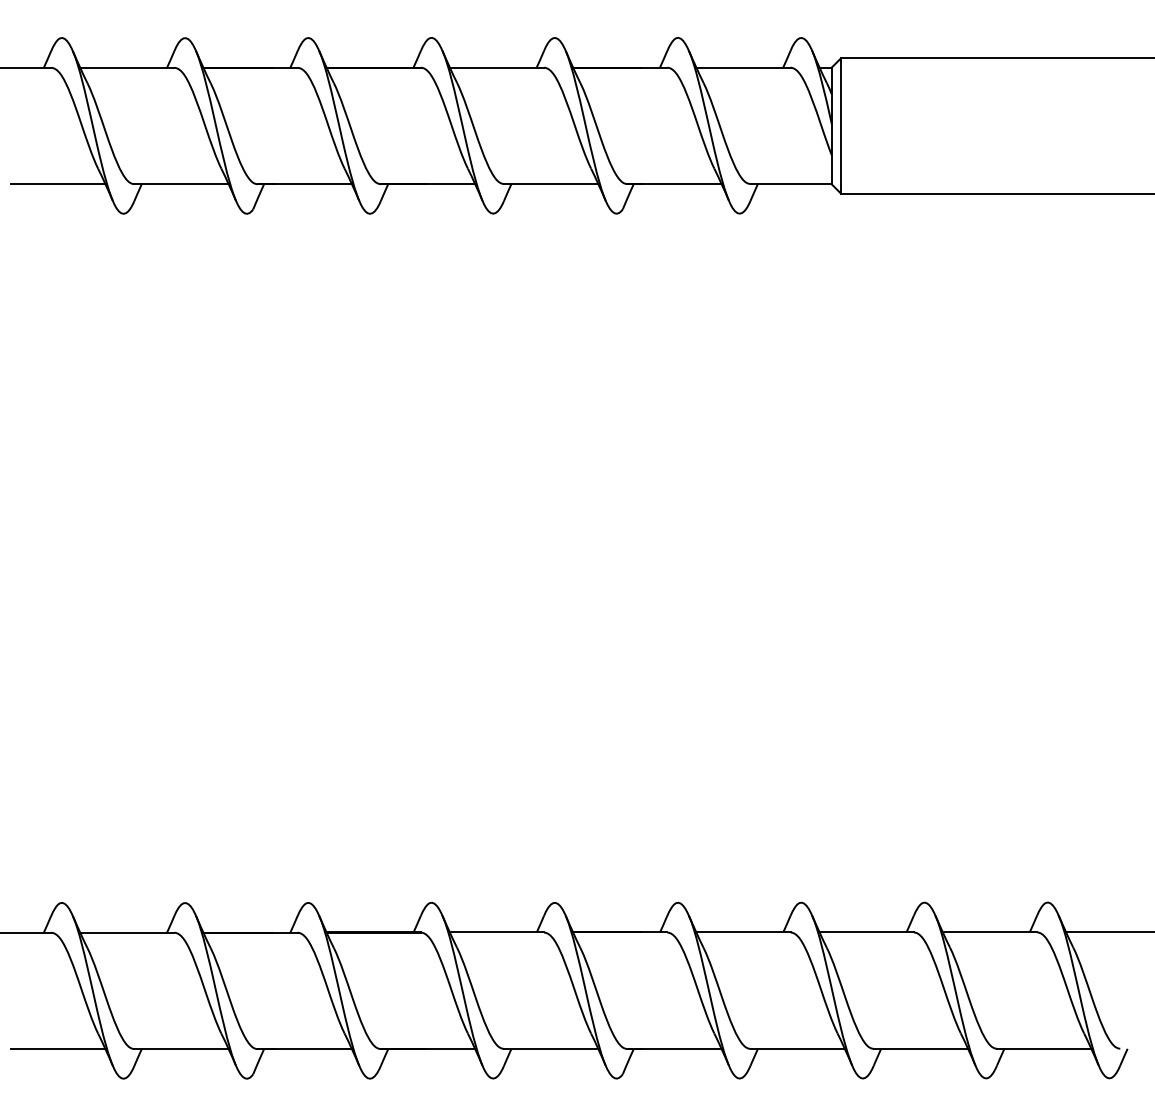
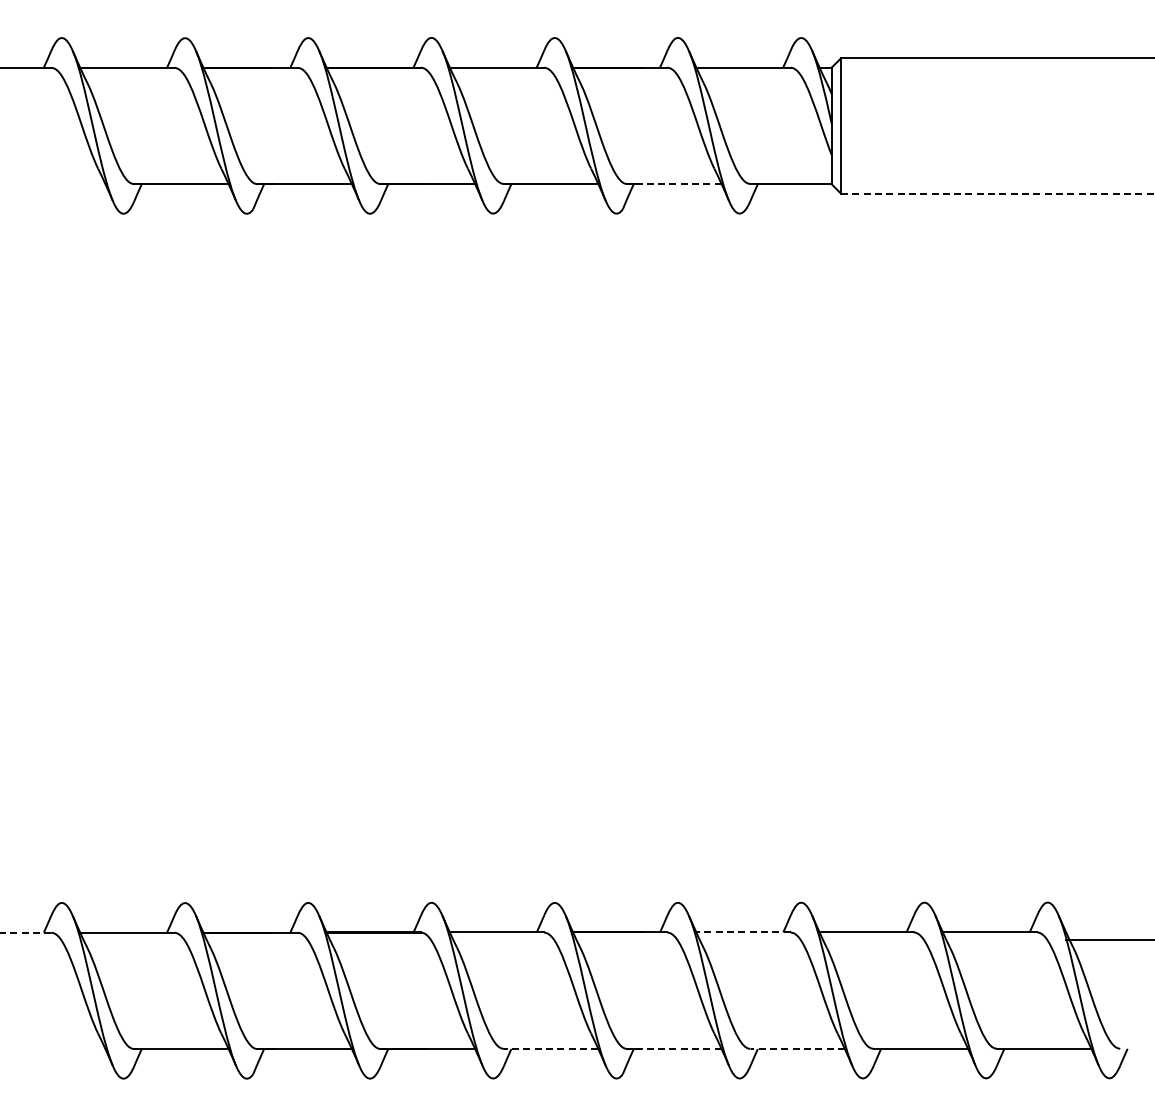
line at (58, 184): present -> none
line at (674, 184): solid -> dashed
line at (997, 193): solid -> dashed
line at (25, 932): solid -> dashed
line at (742, 932): solid -> dashed
line at (1108, 932) position: (1108, 932) -> (1108, 940)
line at (797, 1048): solid -> dashed
line at (58, 1049): present -> none
line at (550, 1049): solid -> dashed
line at (674, 1049): solid -> dashed
